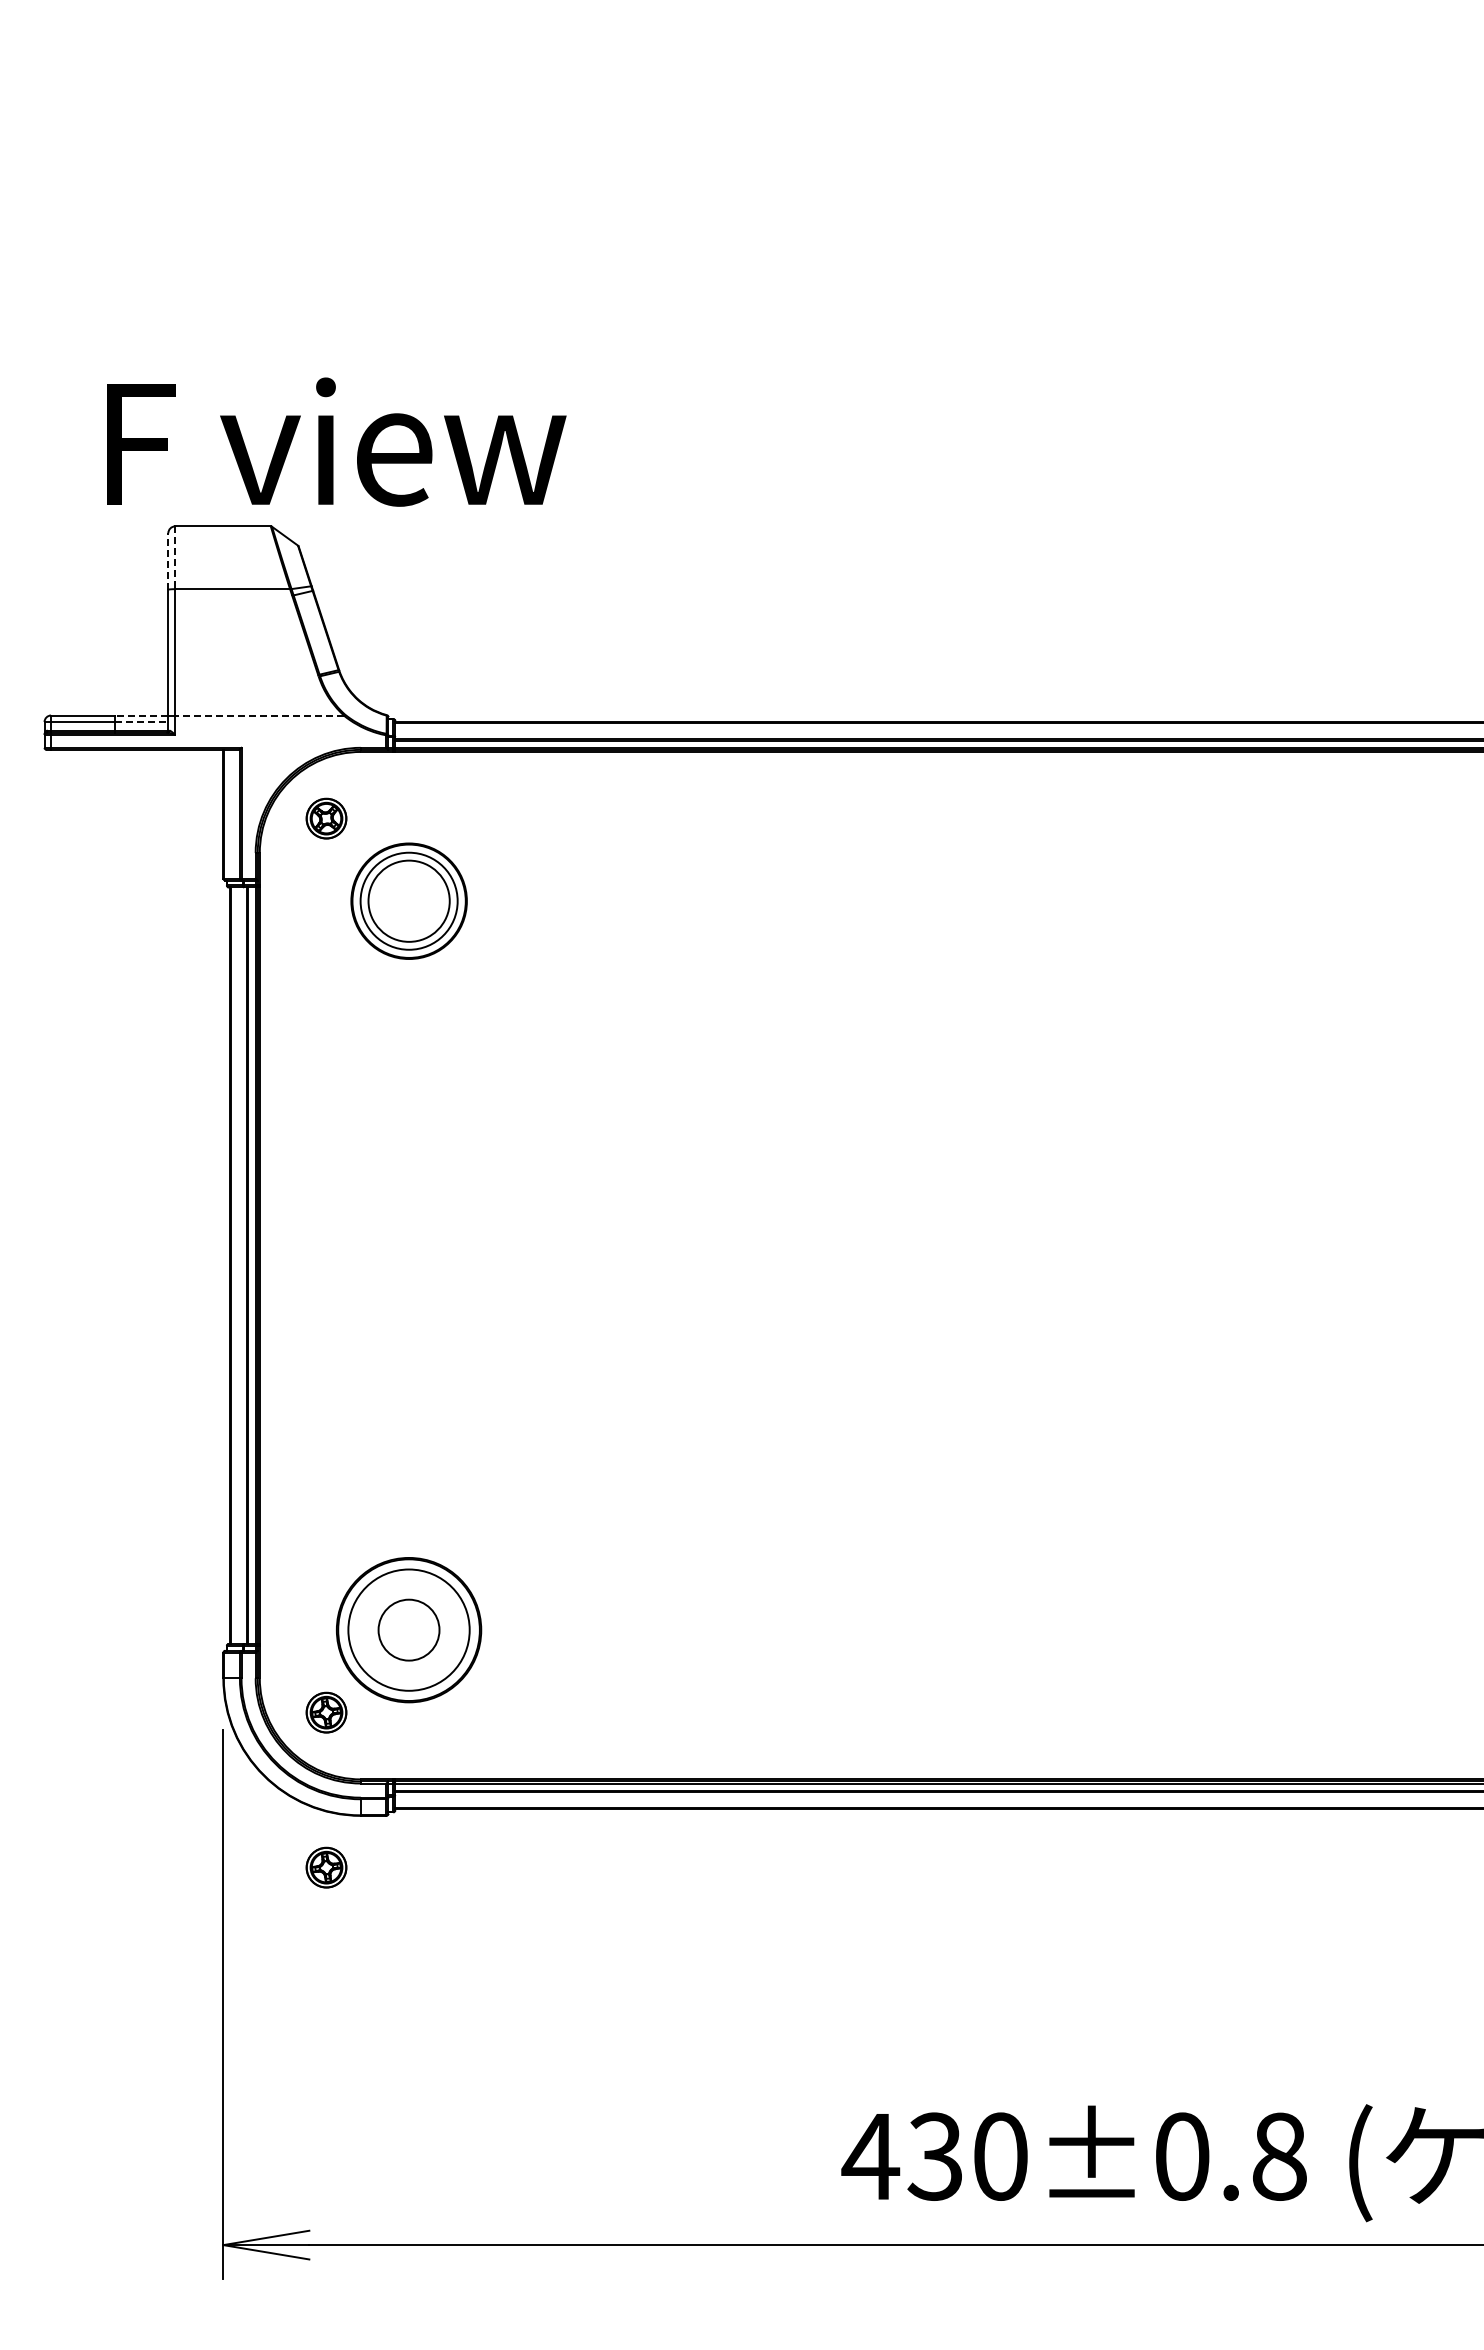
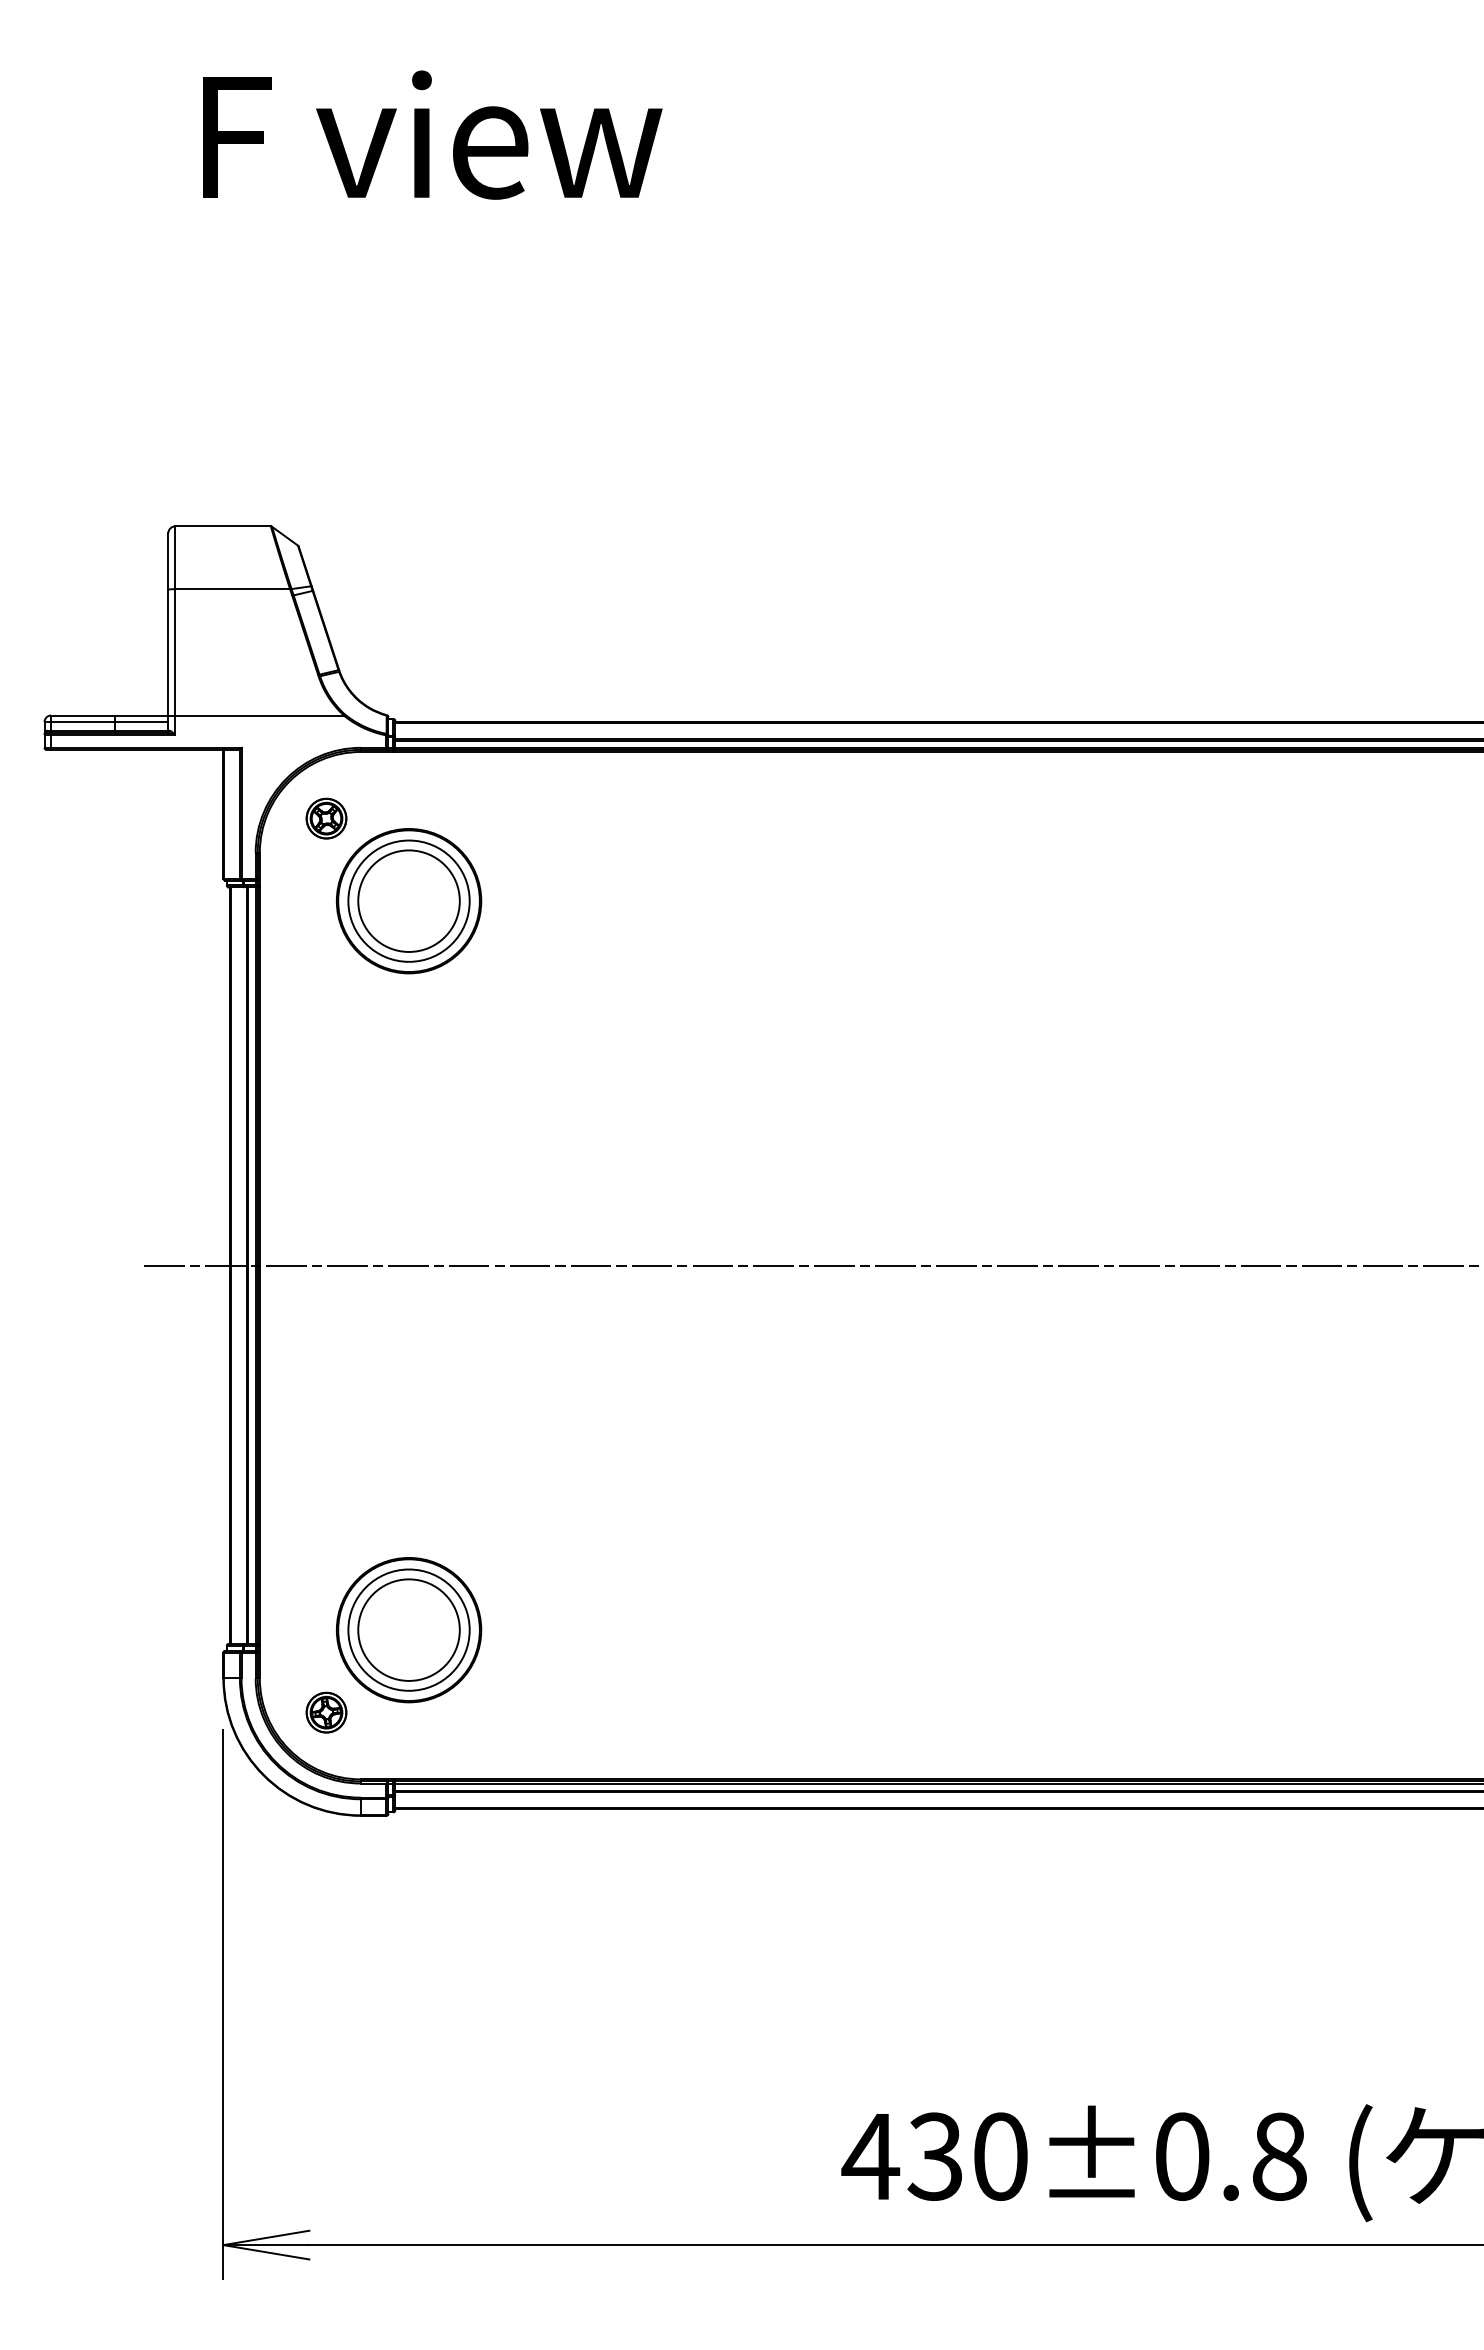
text at (336, 441) position: (336, 441) -> (432, 134)
line at (175, 558): dashed -> solid
line at (168, 561): dashed -> solid
line at (141, 715): dashed -> solid
line at (259, 715): dashed -> solid
line at (141, 722): dashed -> solid
part at (408, 900) size: 118x118 px -> 147x147 px
line at (812, 1265): none -> present
circle at (408, 1629) diameter: 61 px -> 102 px
part at (326, 1867): present -> none
